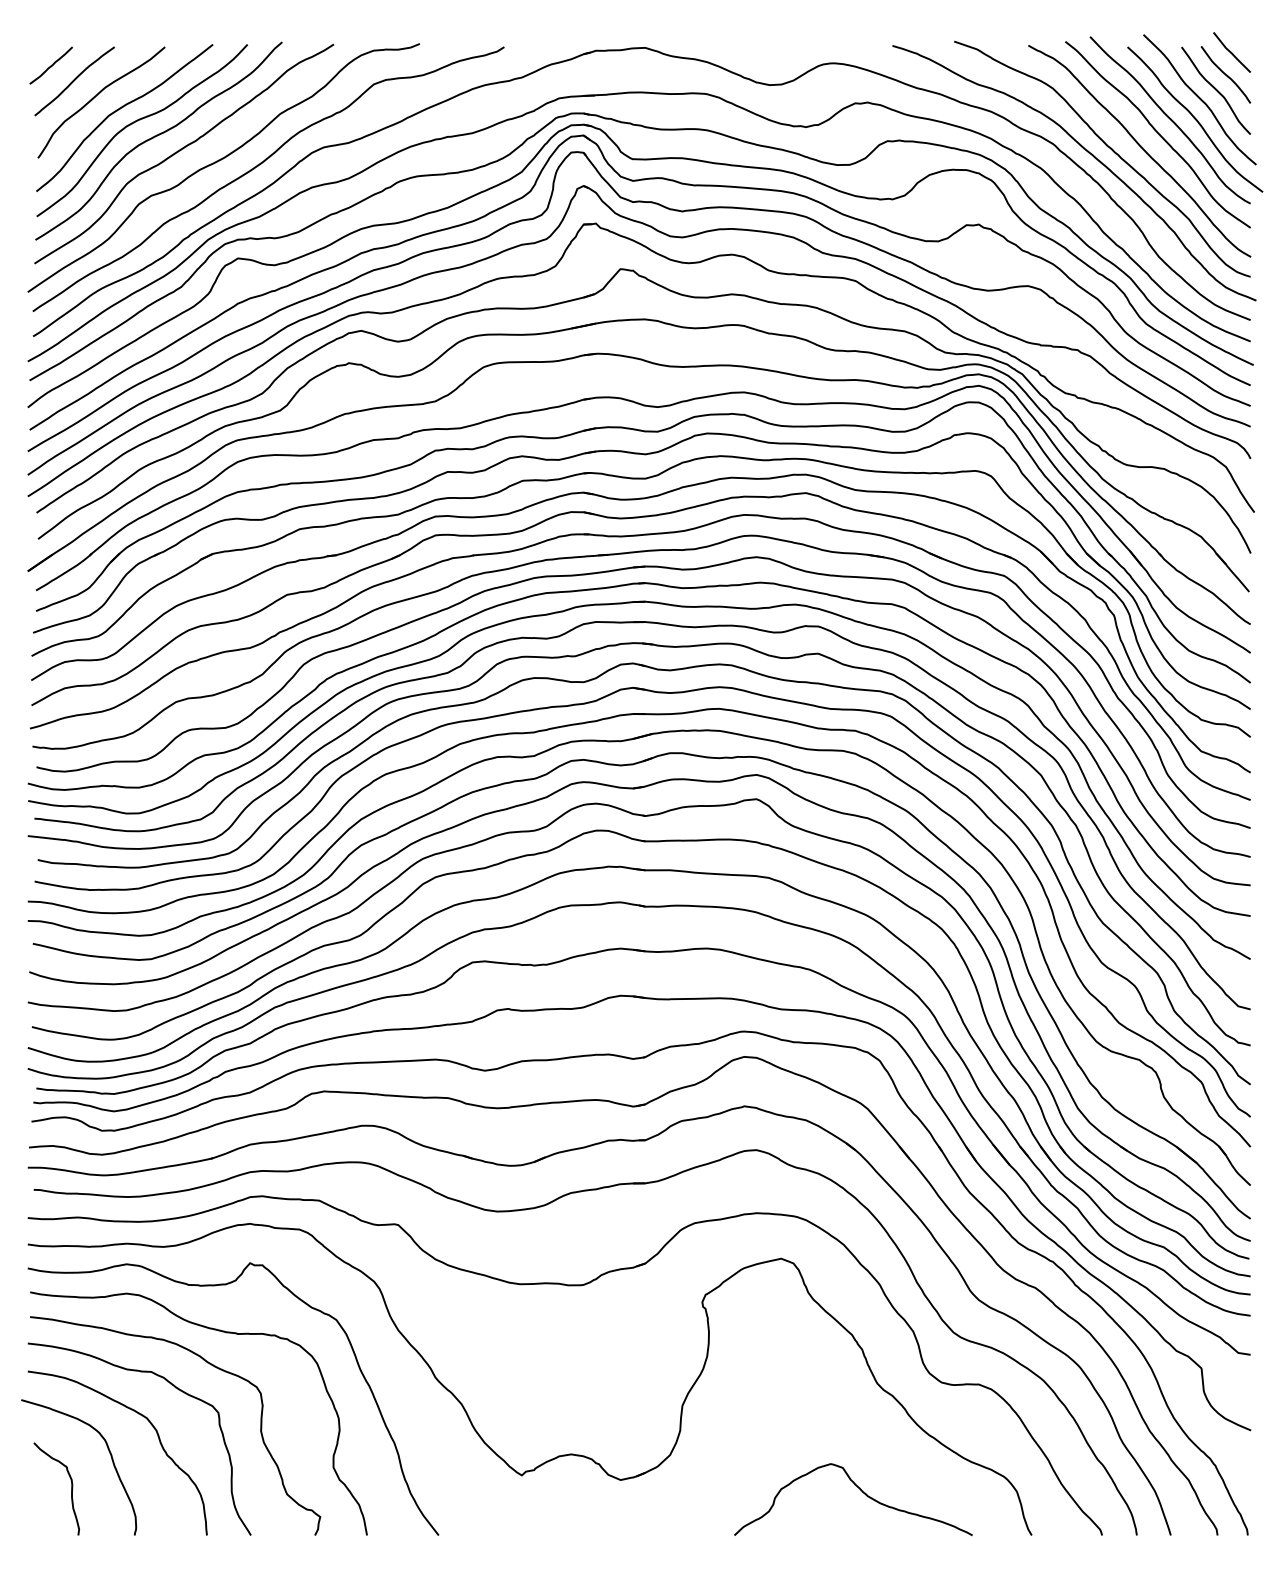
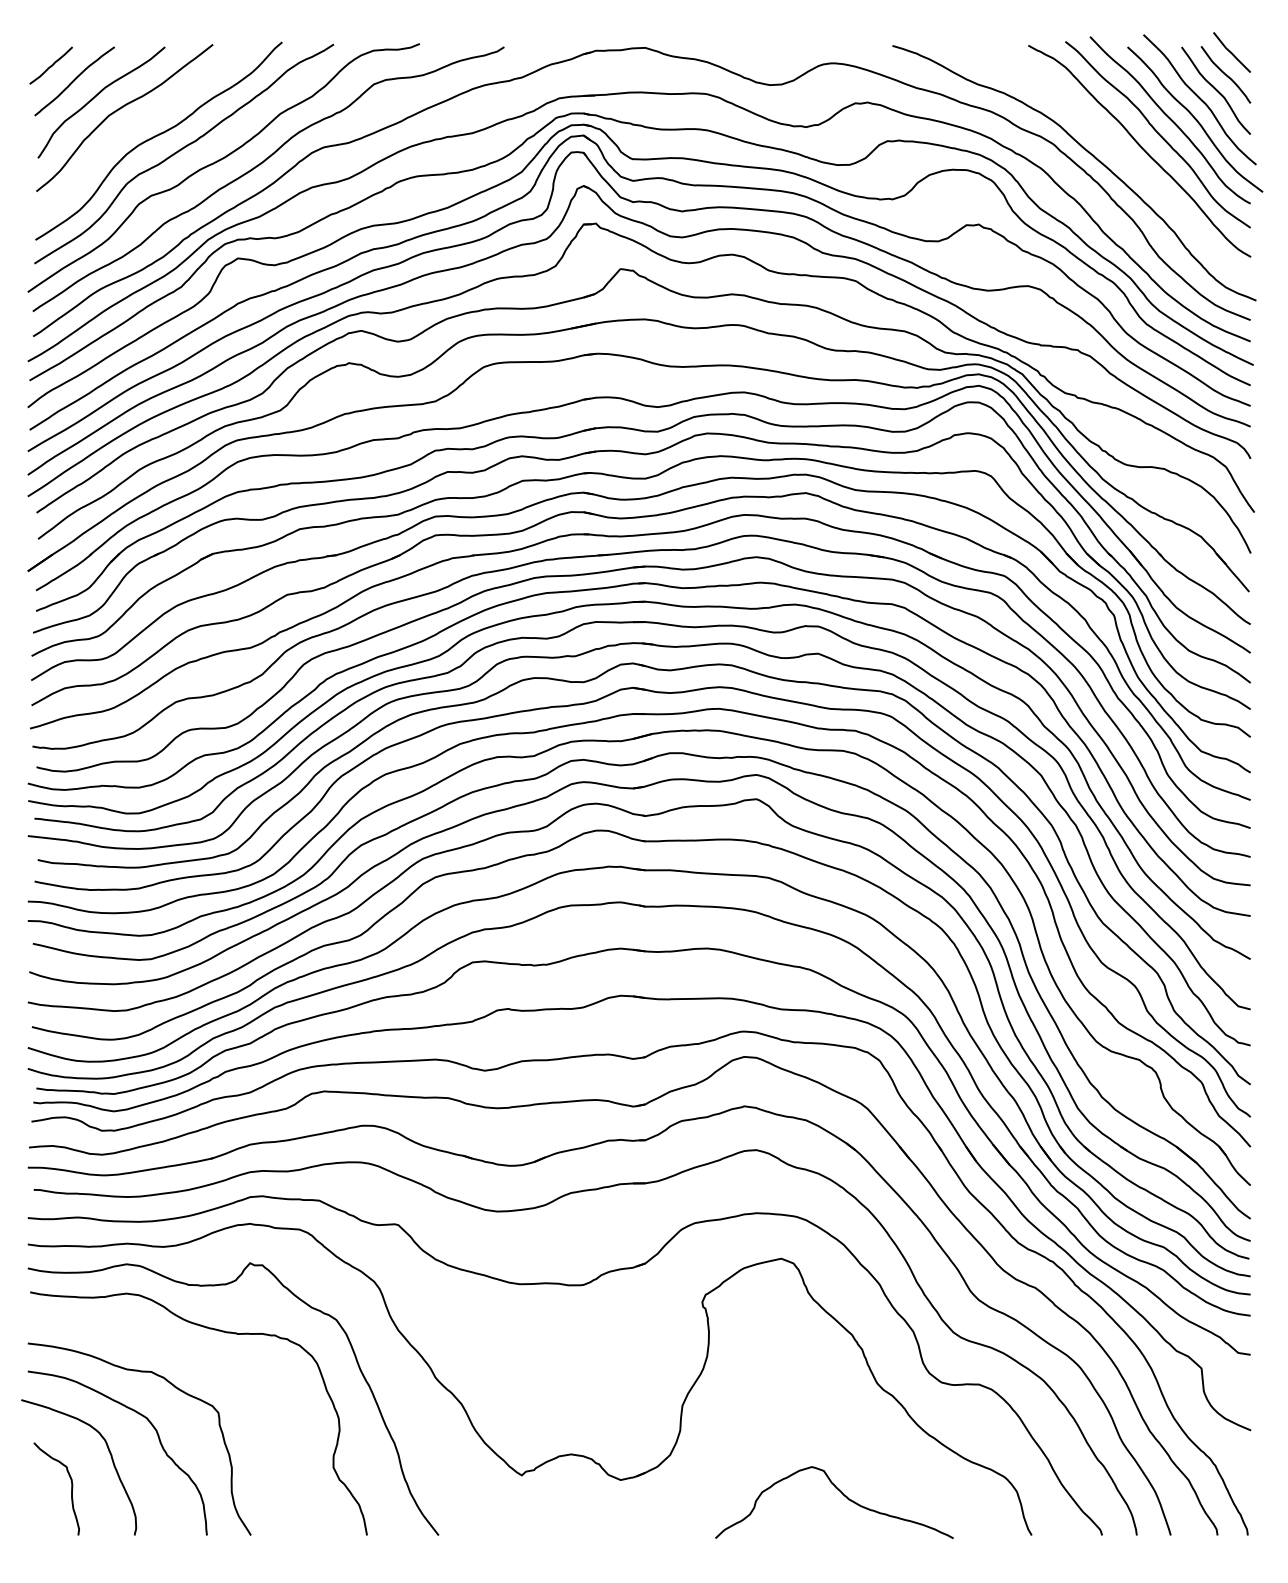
curve at (138, 121): present -> none
curve at (1110, 149): present -> none
curve at (212, 1366): present -> none
curve at (861, 1491) position: (861, 1491) -> (842, 1494)
